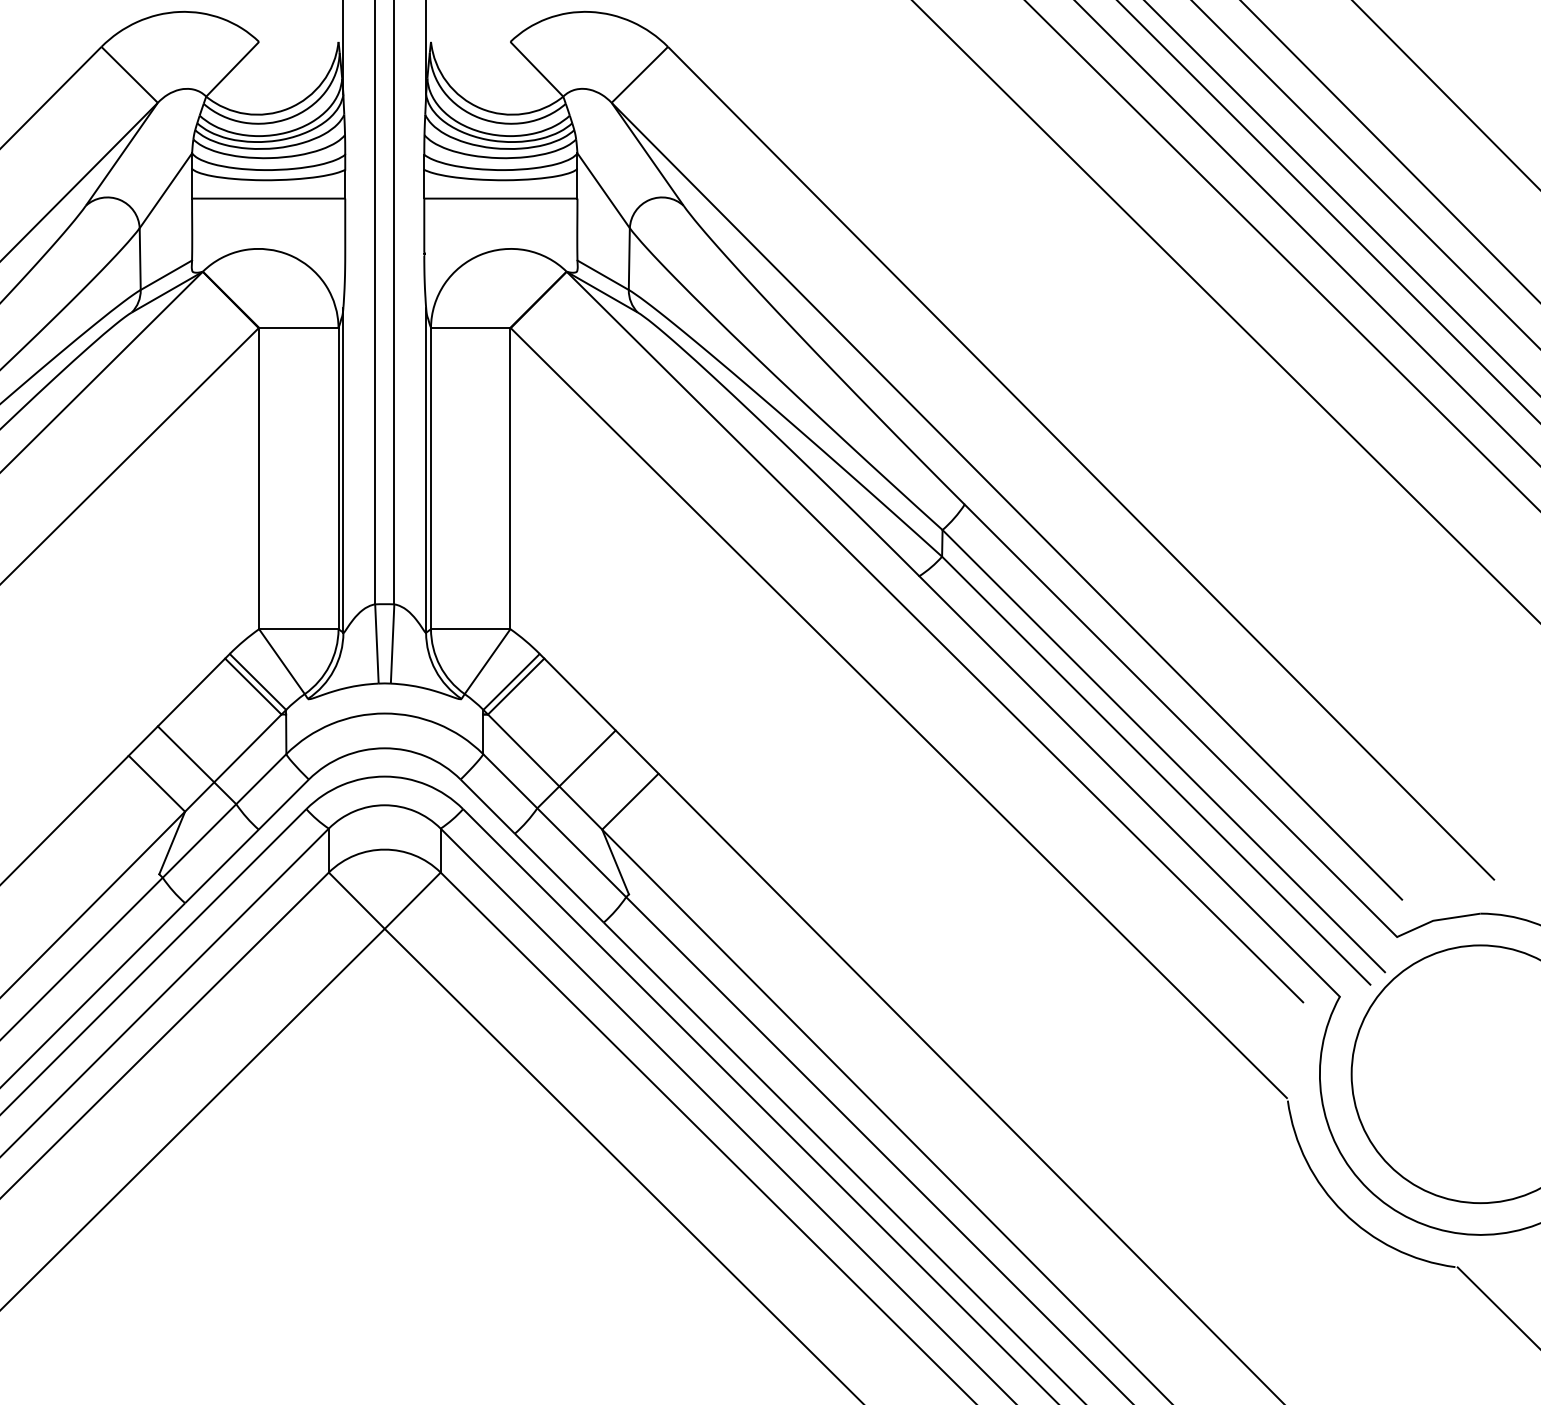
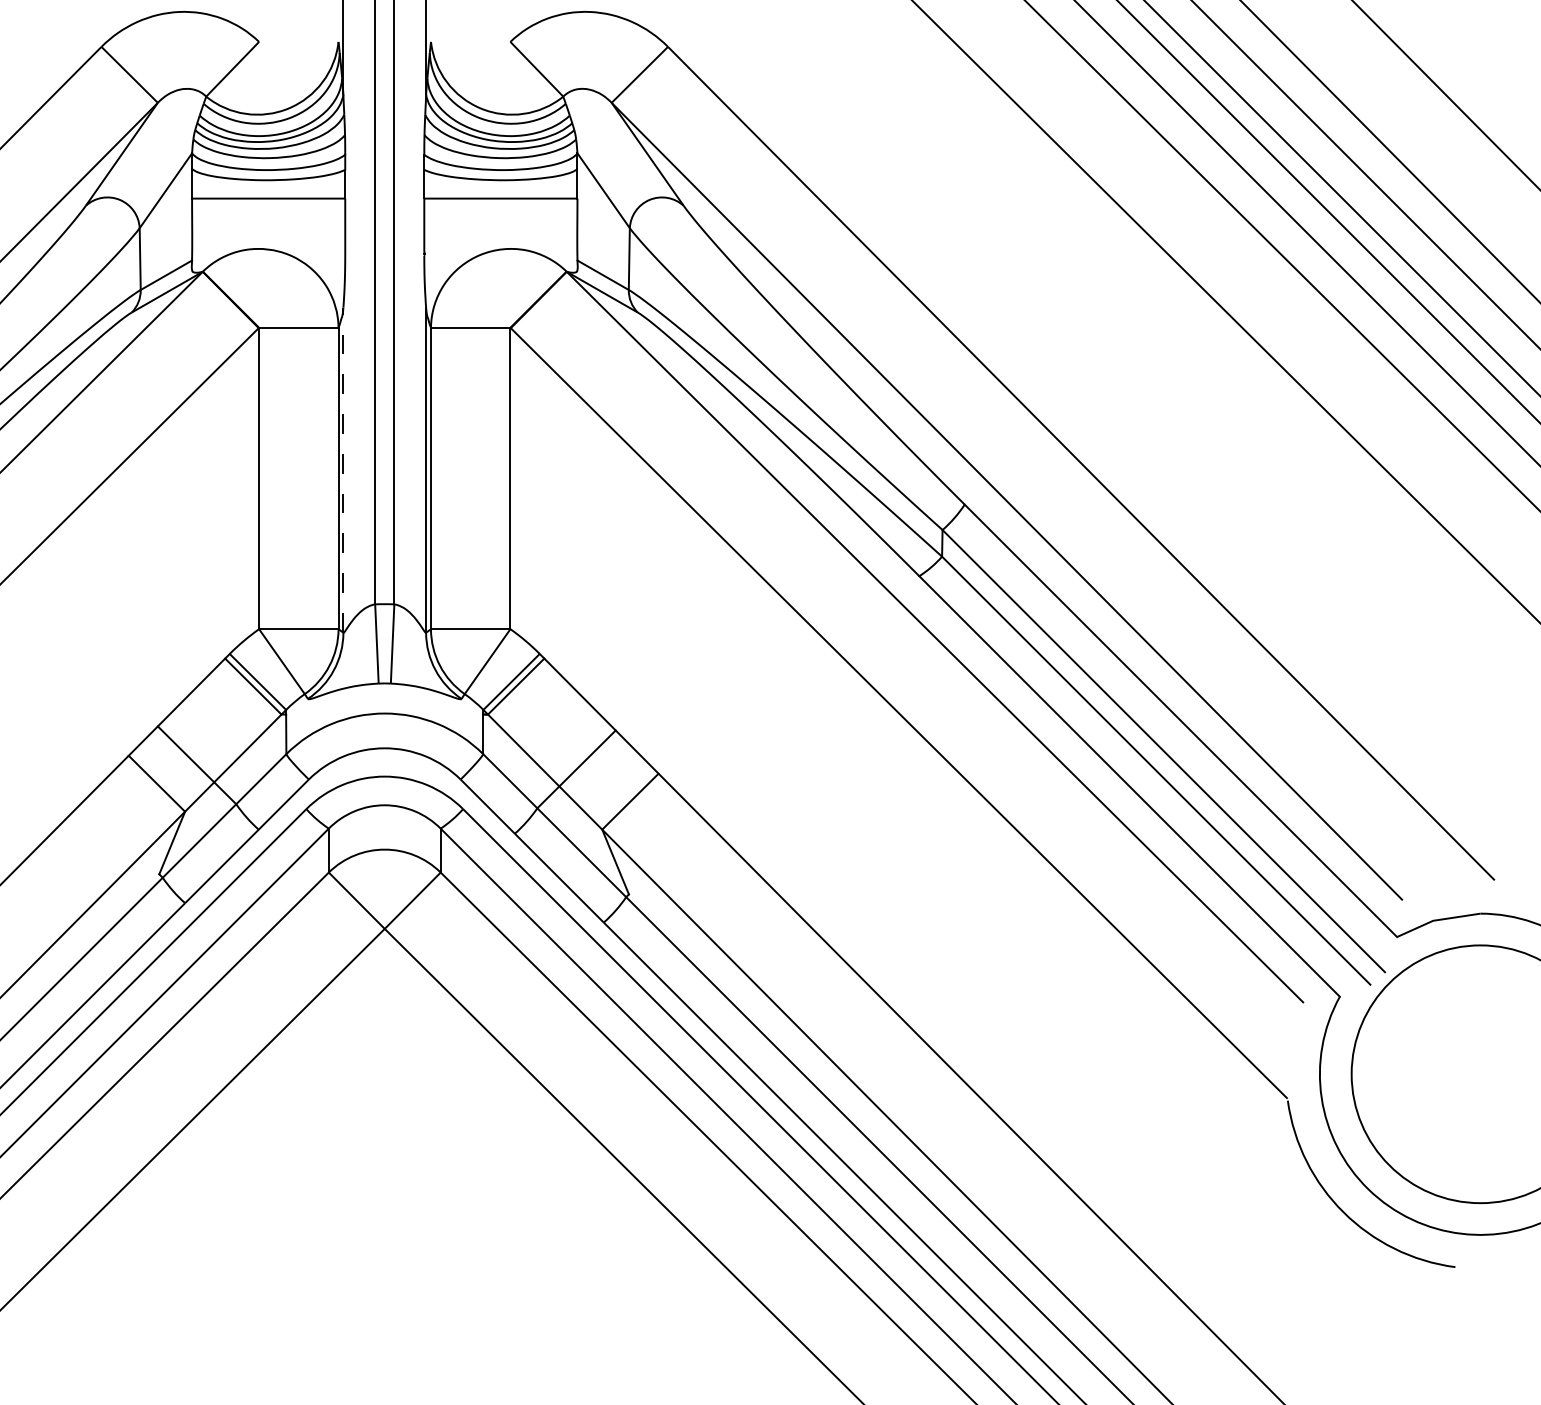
line at (343, 470): solid -> dashed
line at (1497, 1306): present -> none
